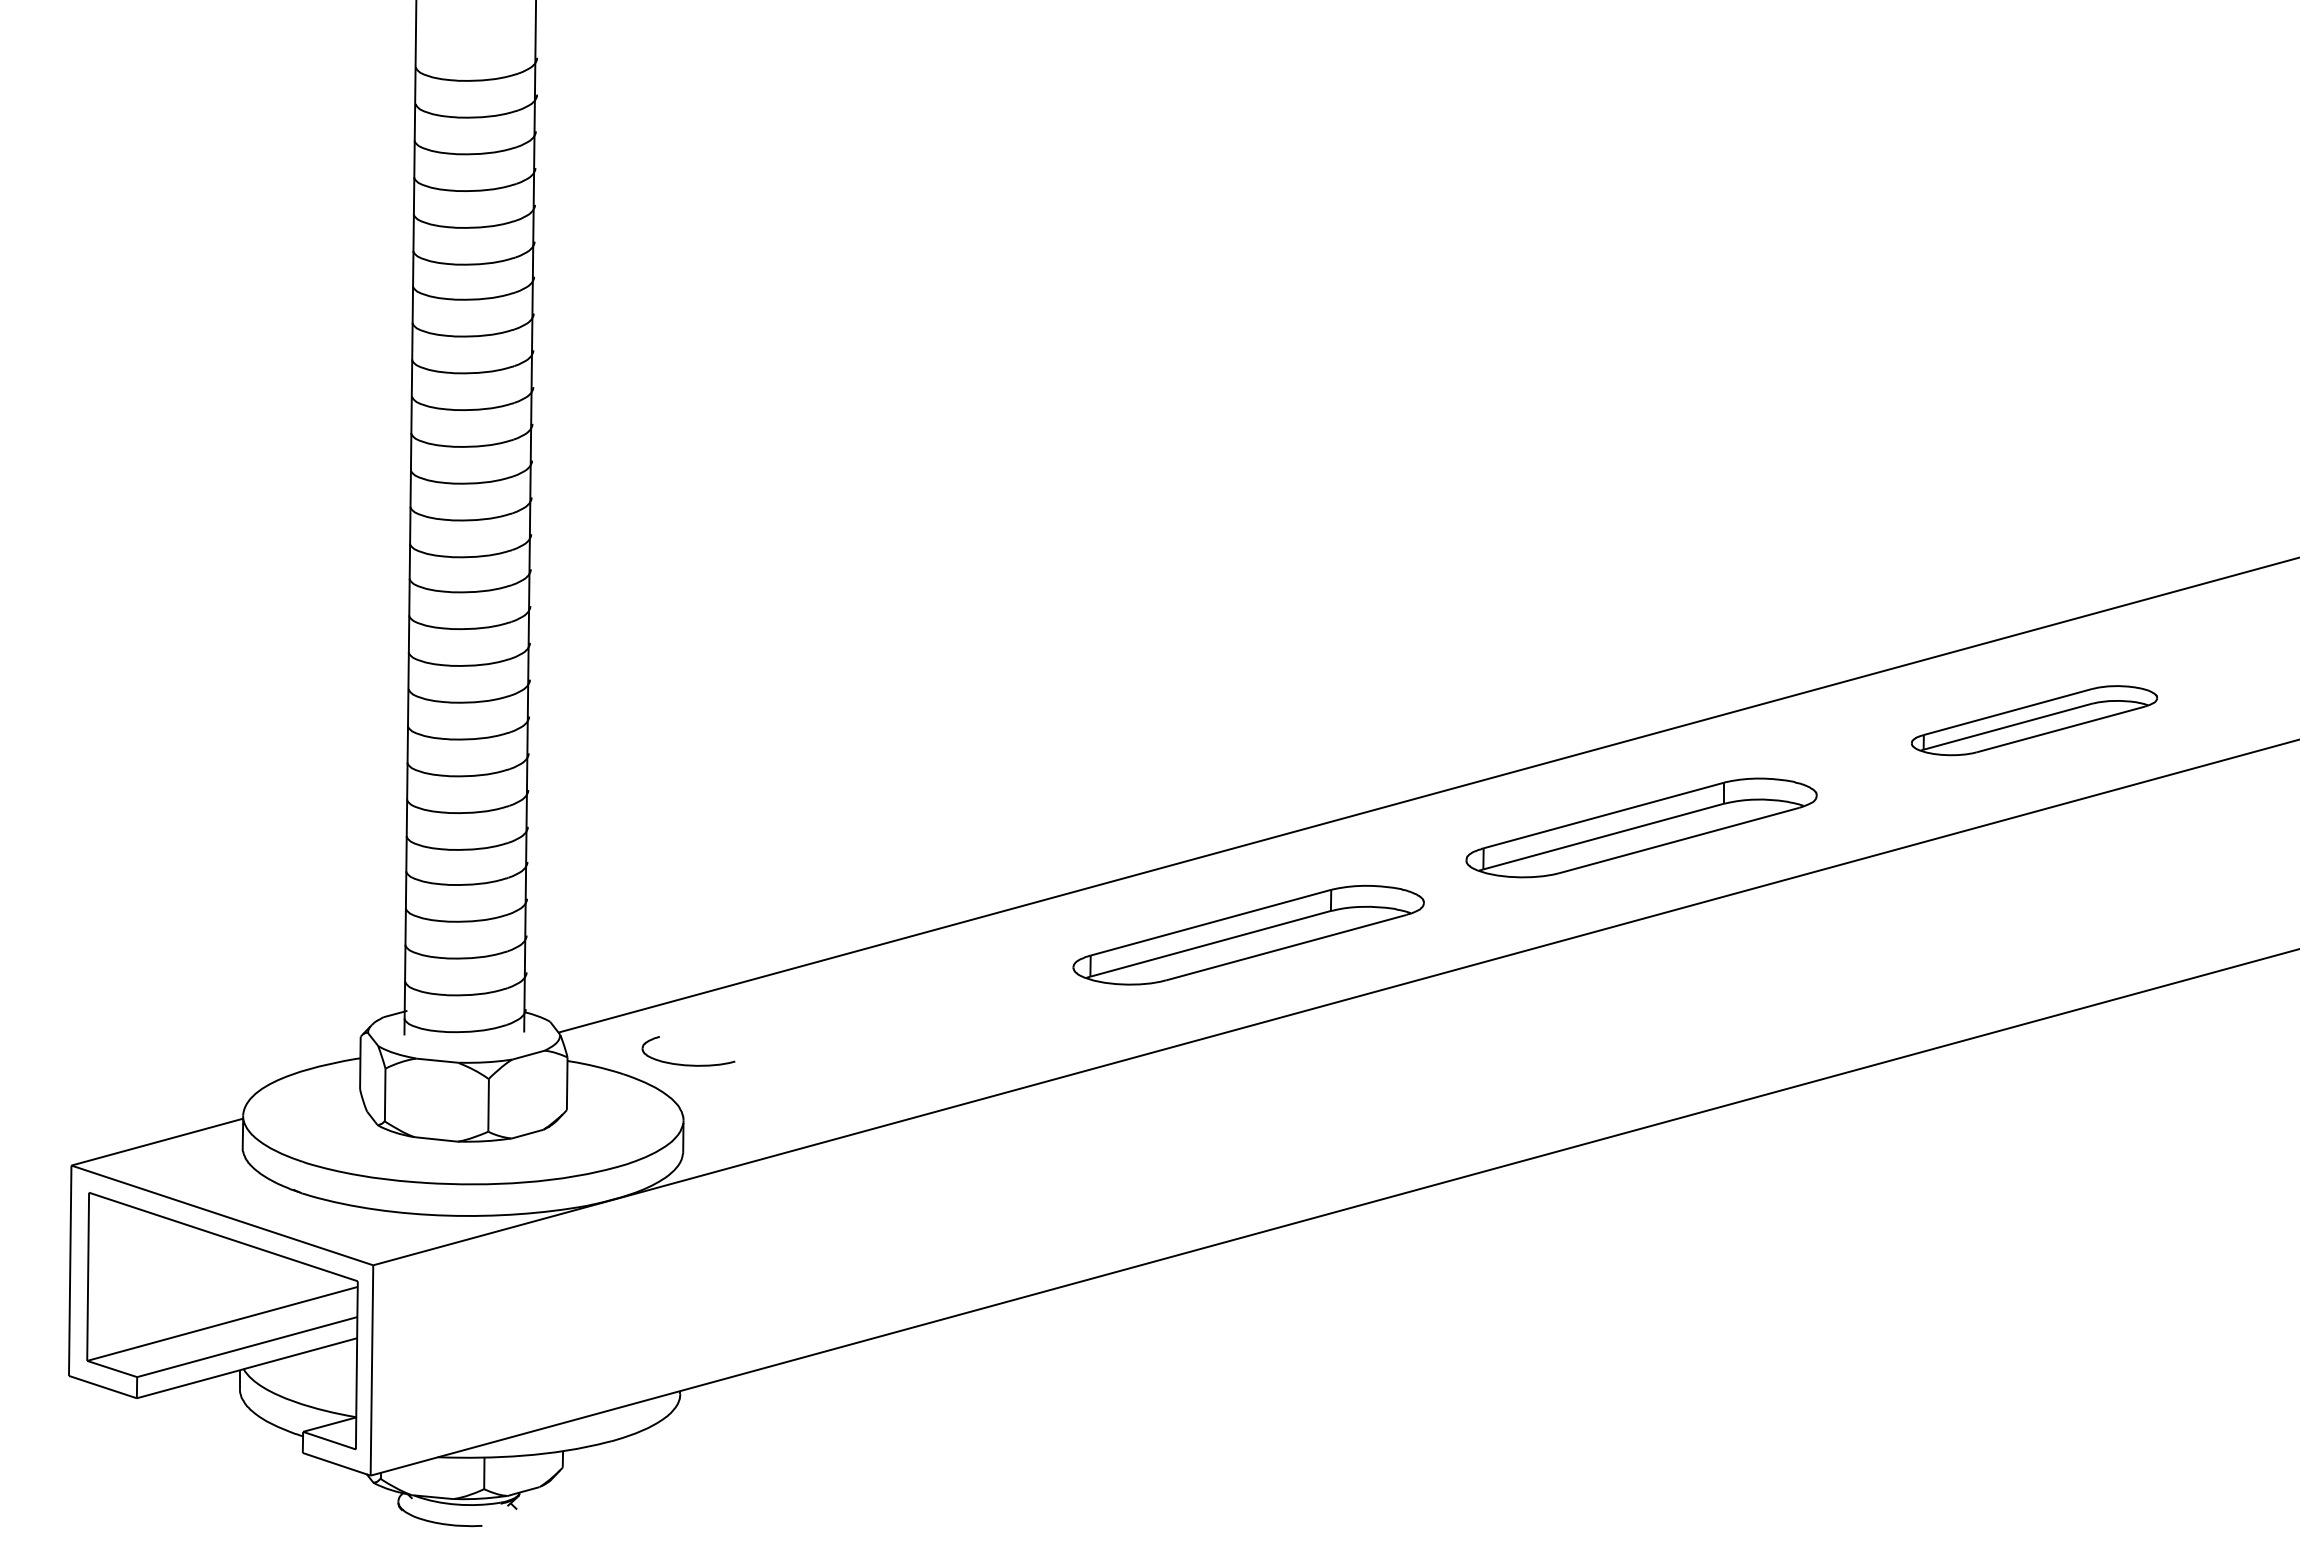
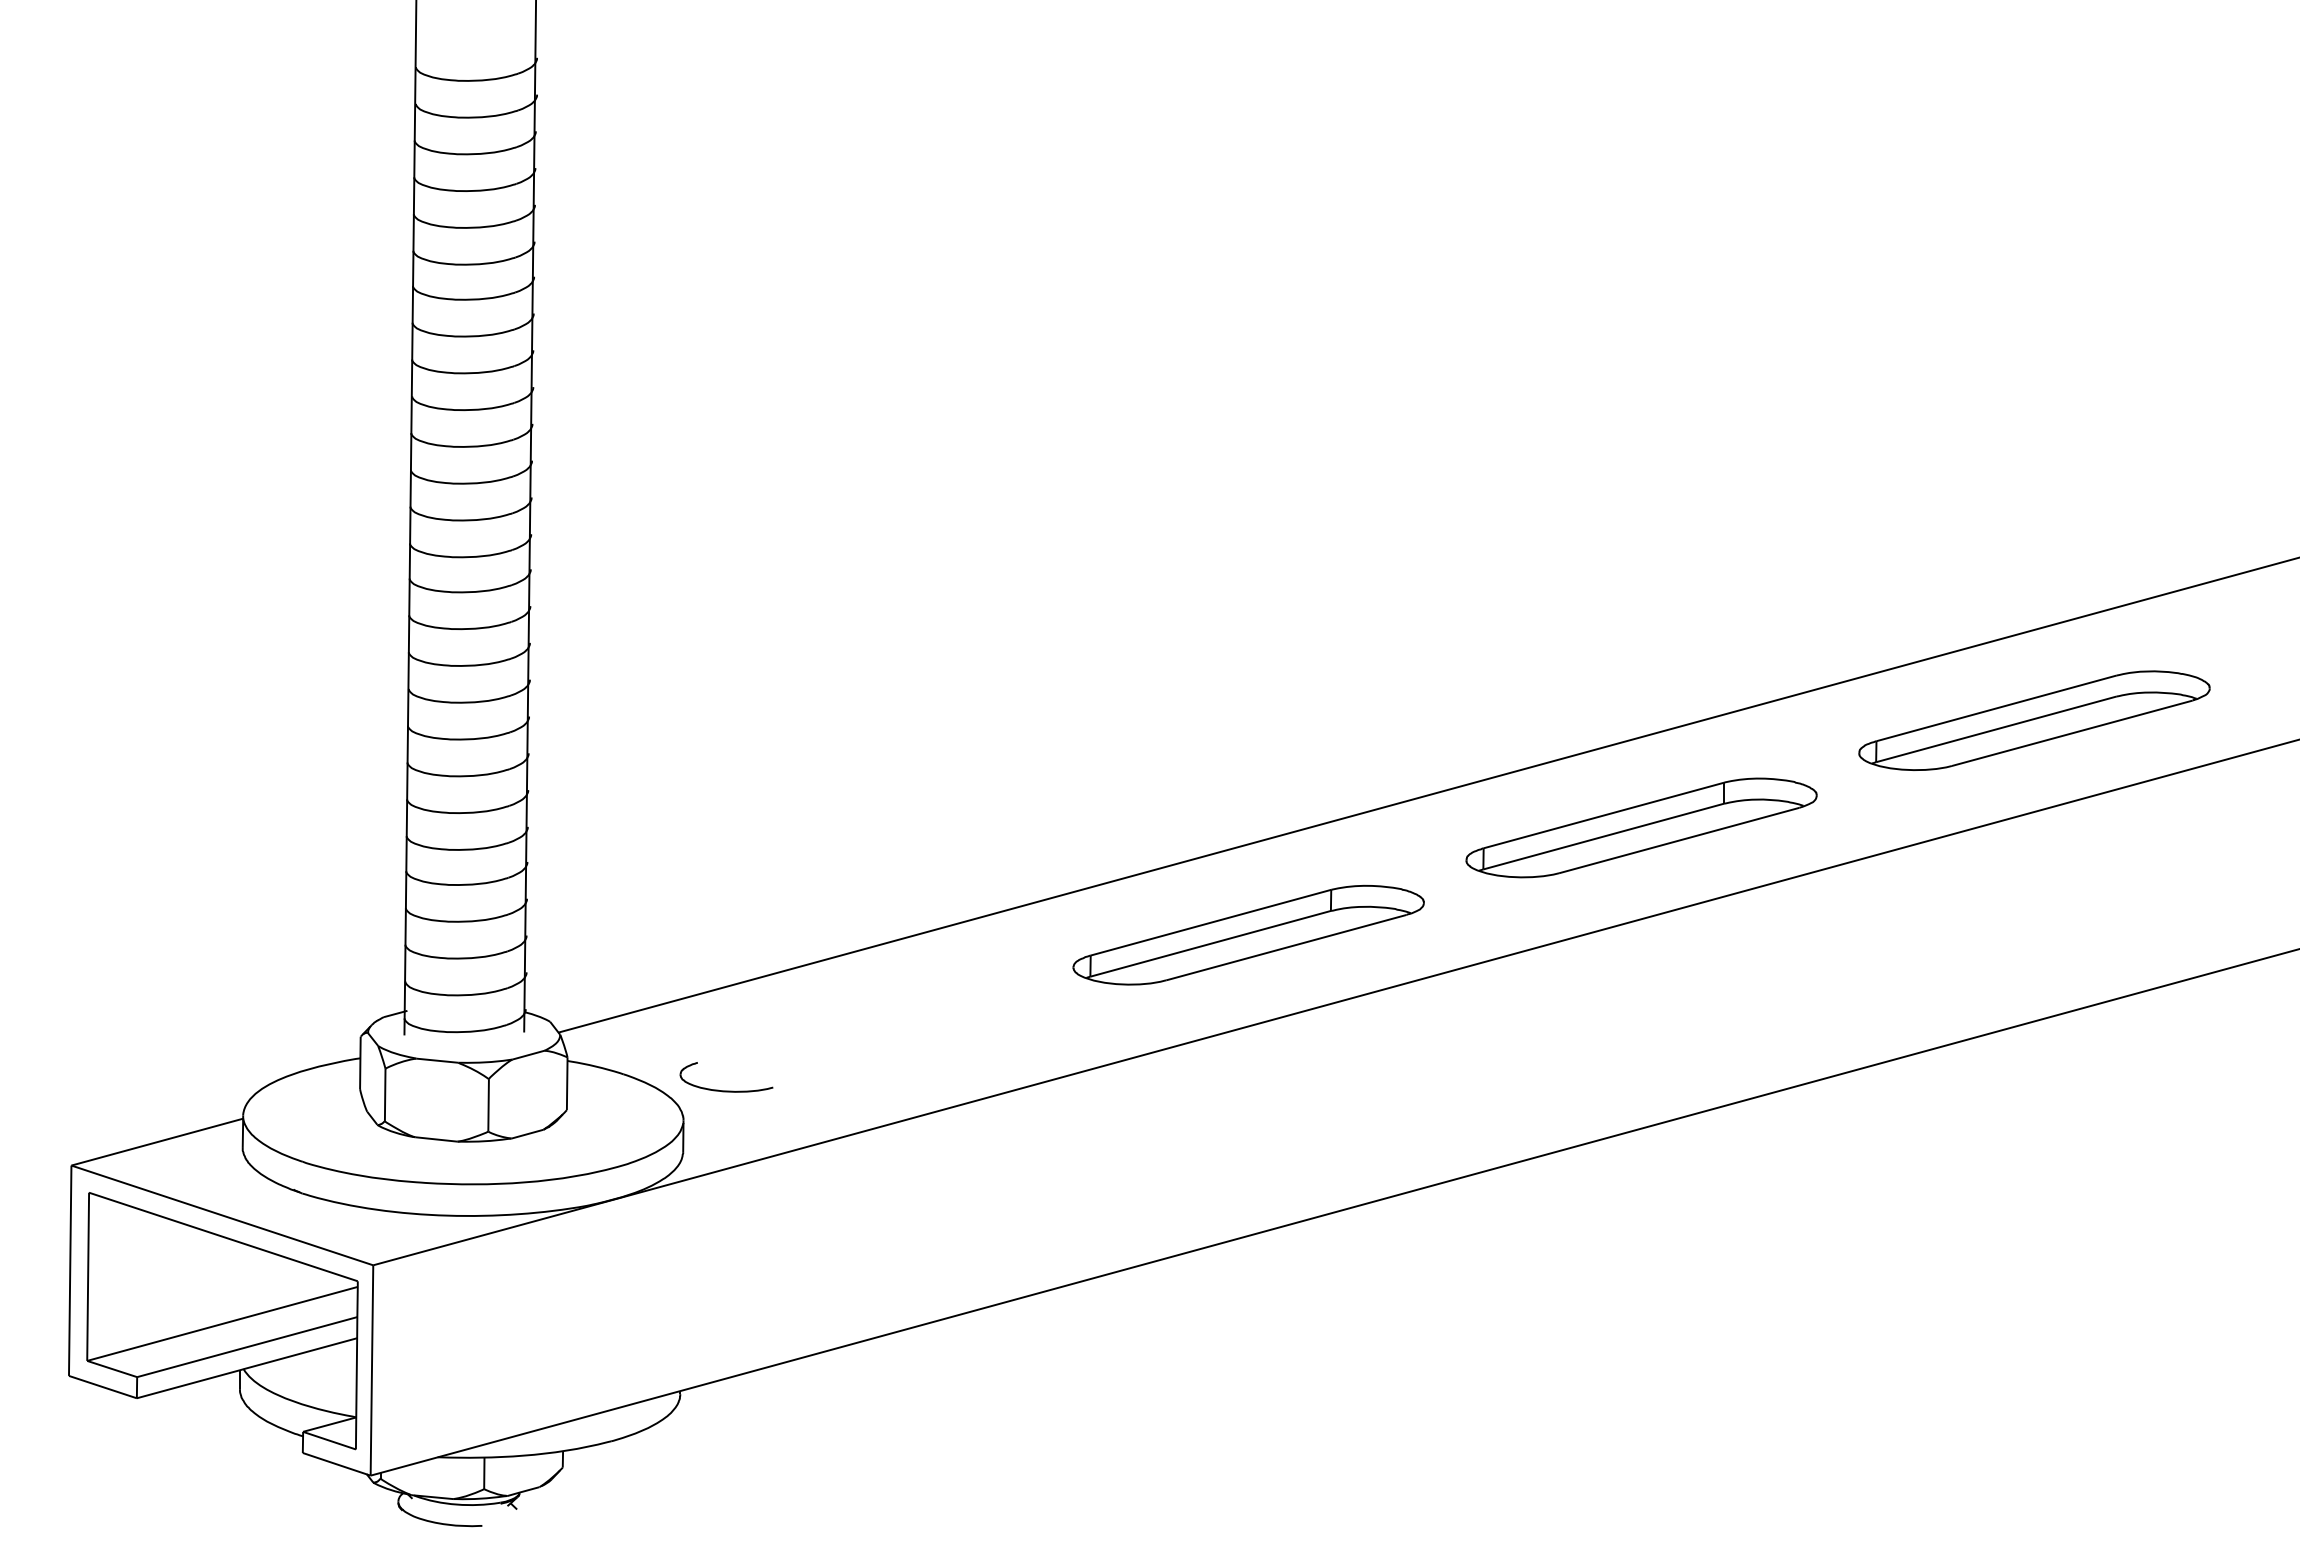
part at (2033, 720) size: 248x72 px -> 353x101 px
part at (688, 1064) position: (688, 1064) -> (726, 1090)
